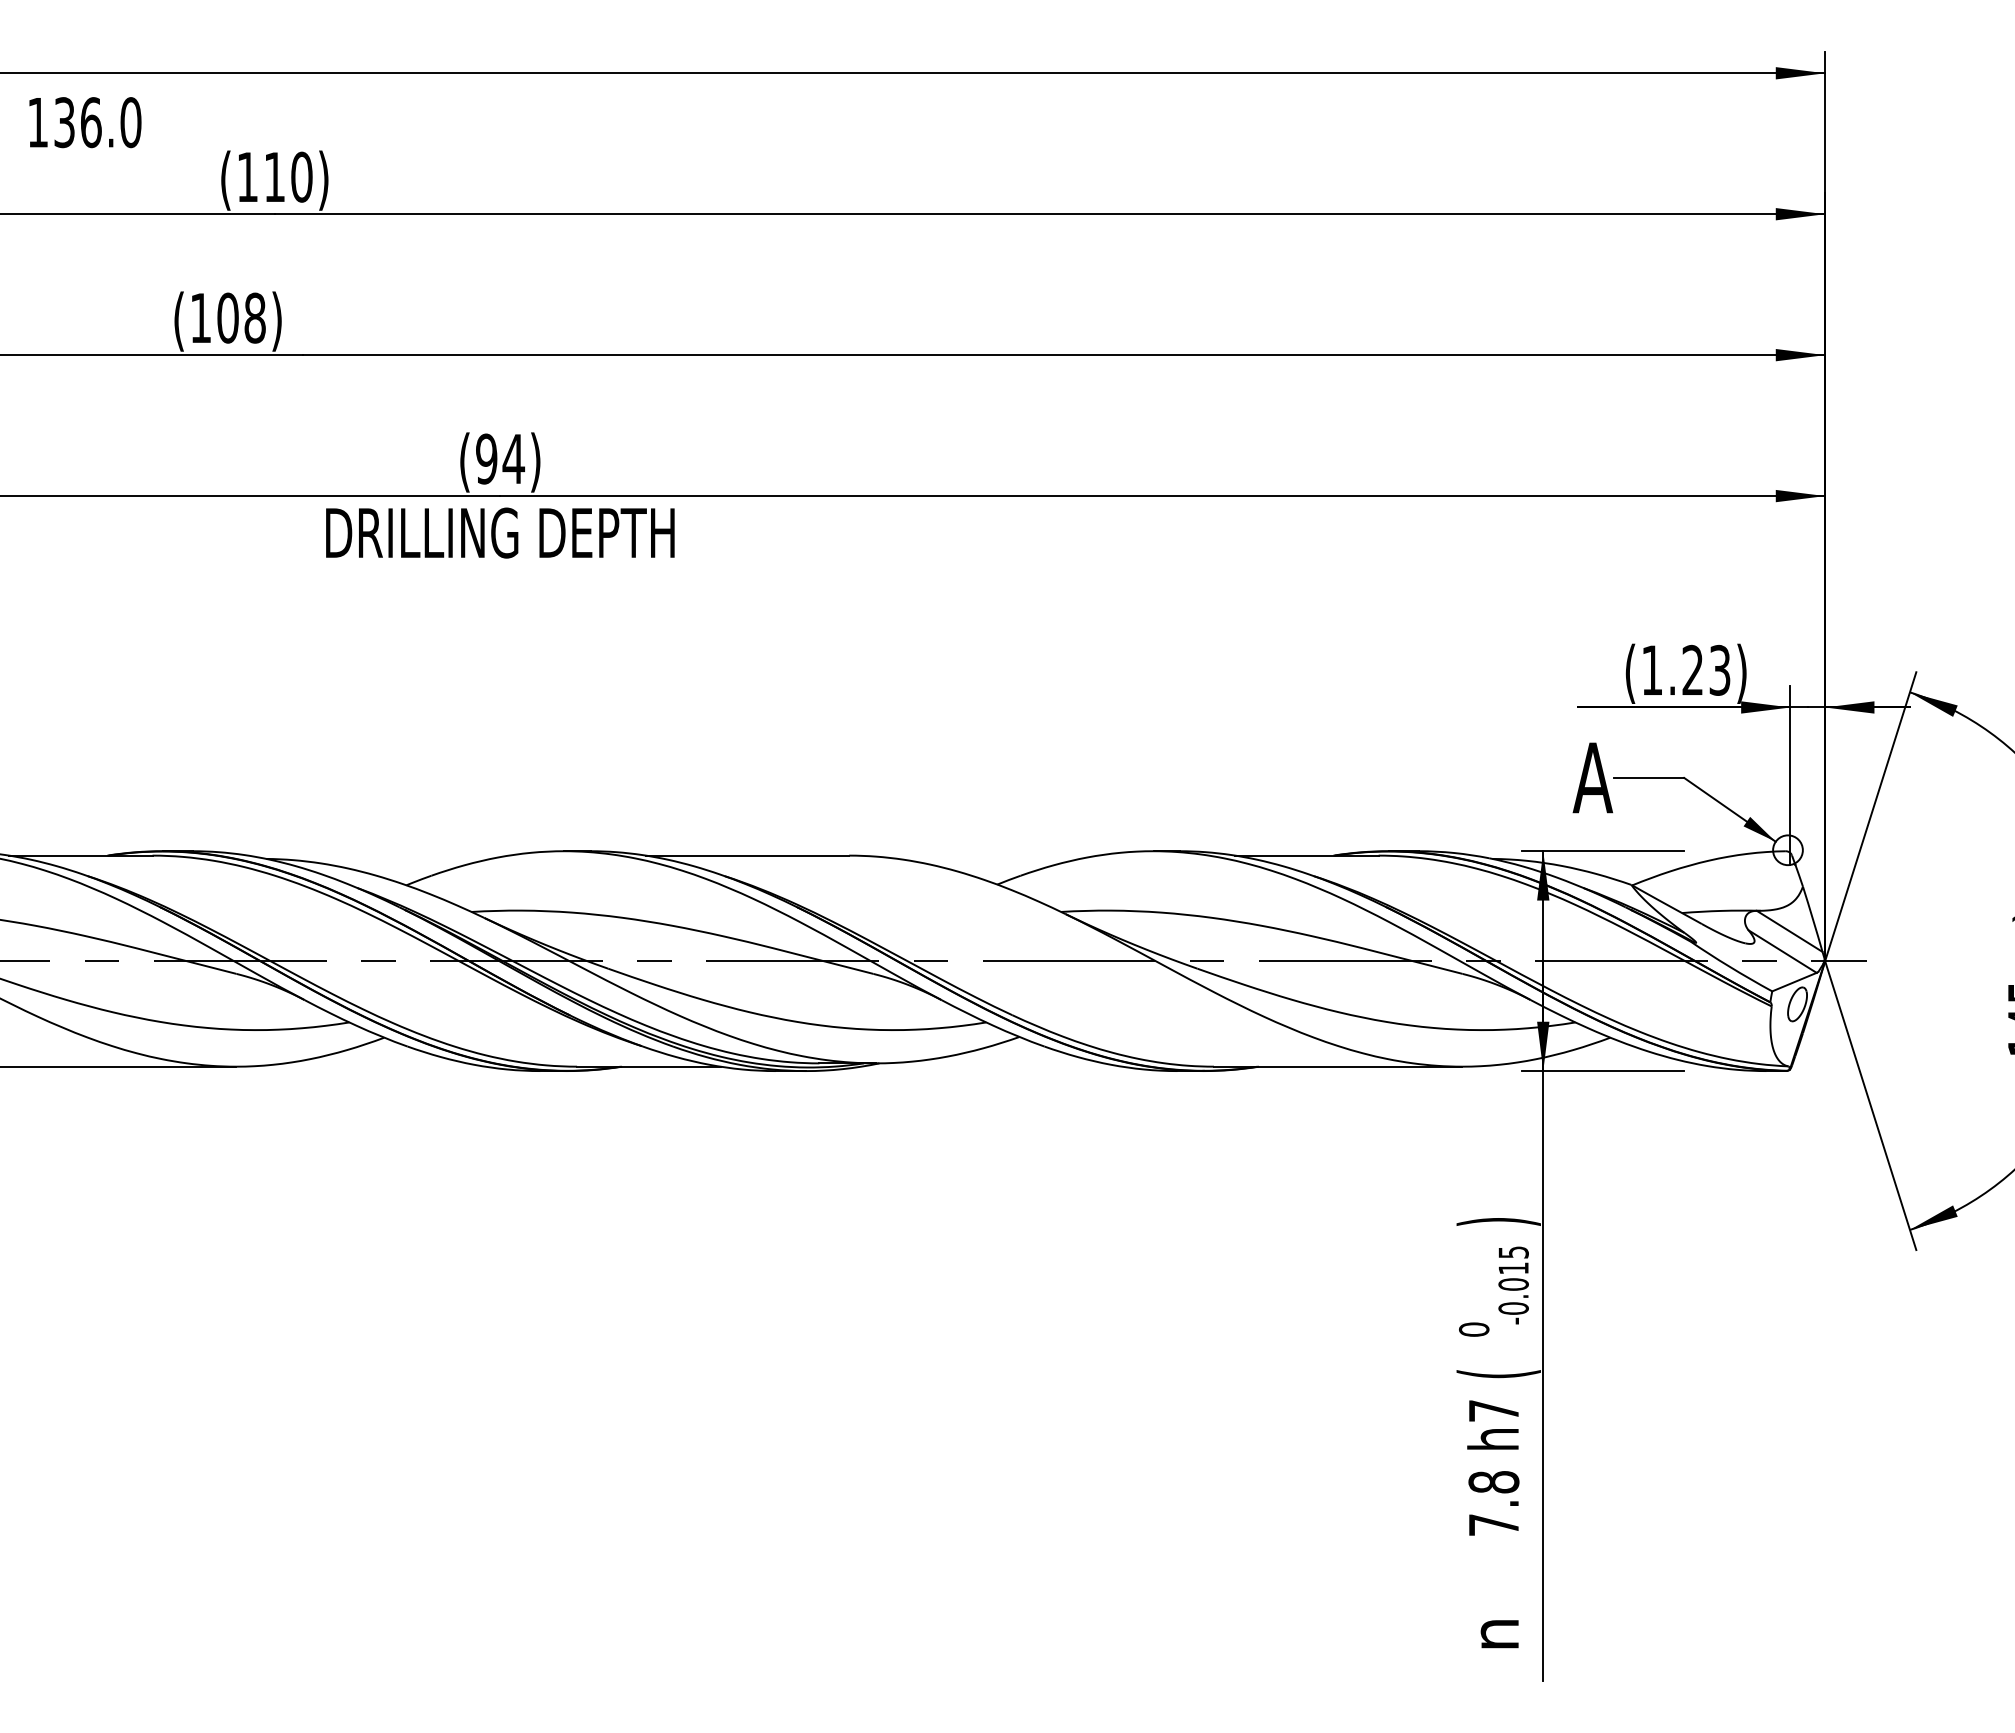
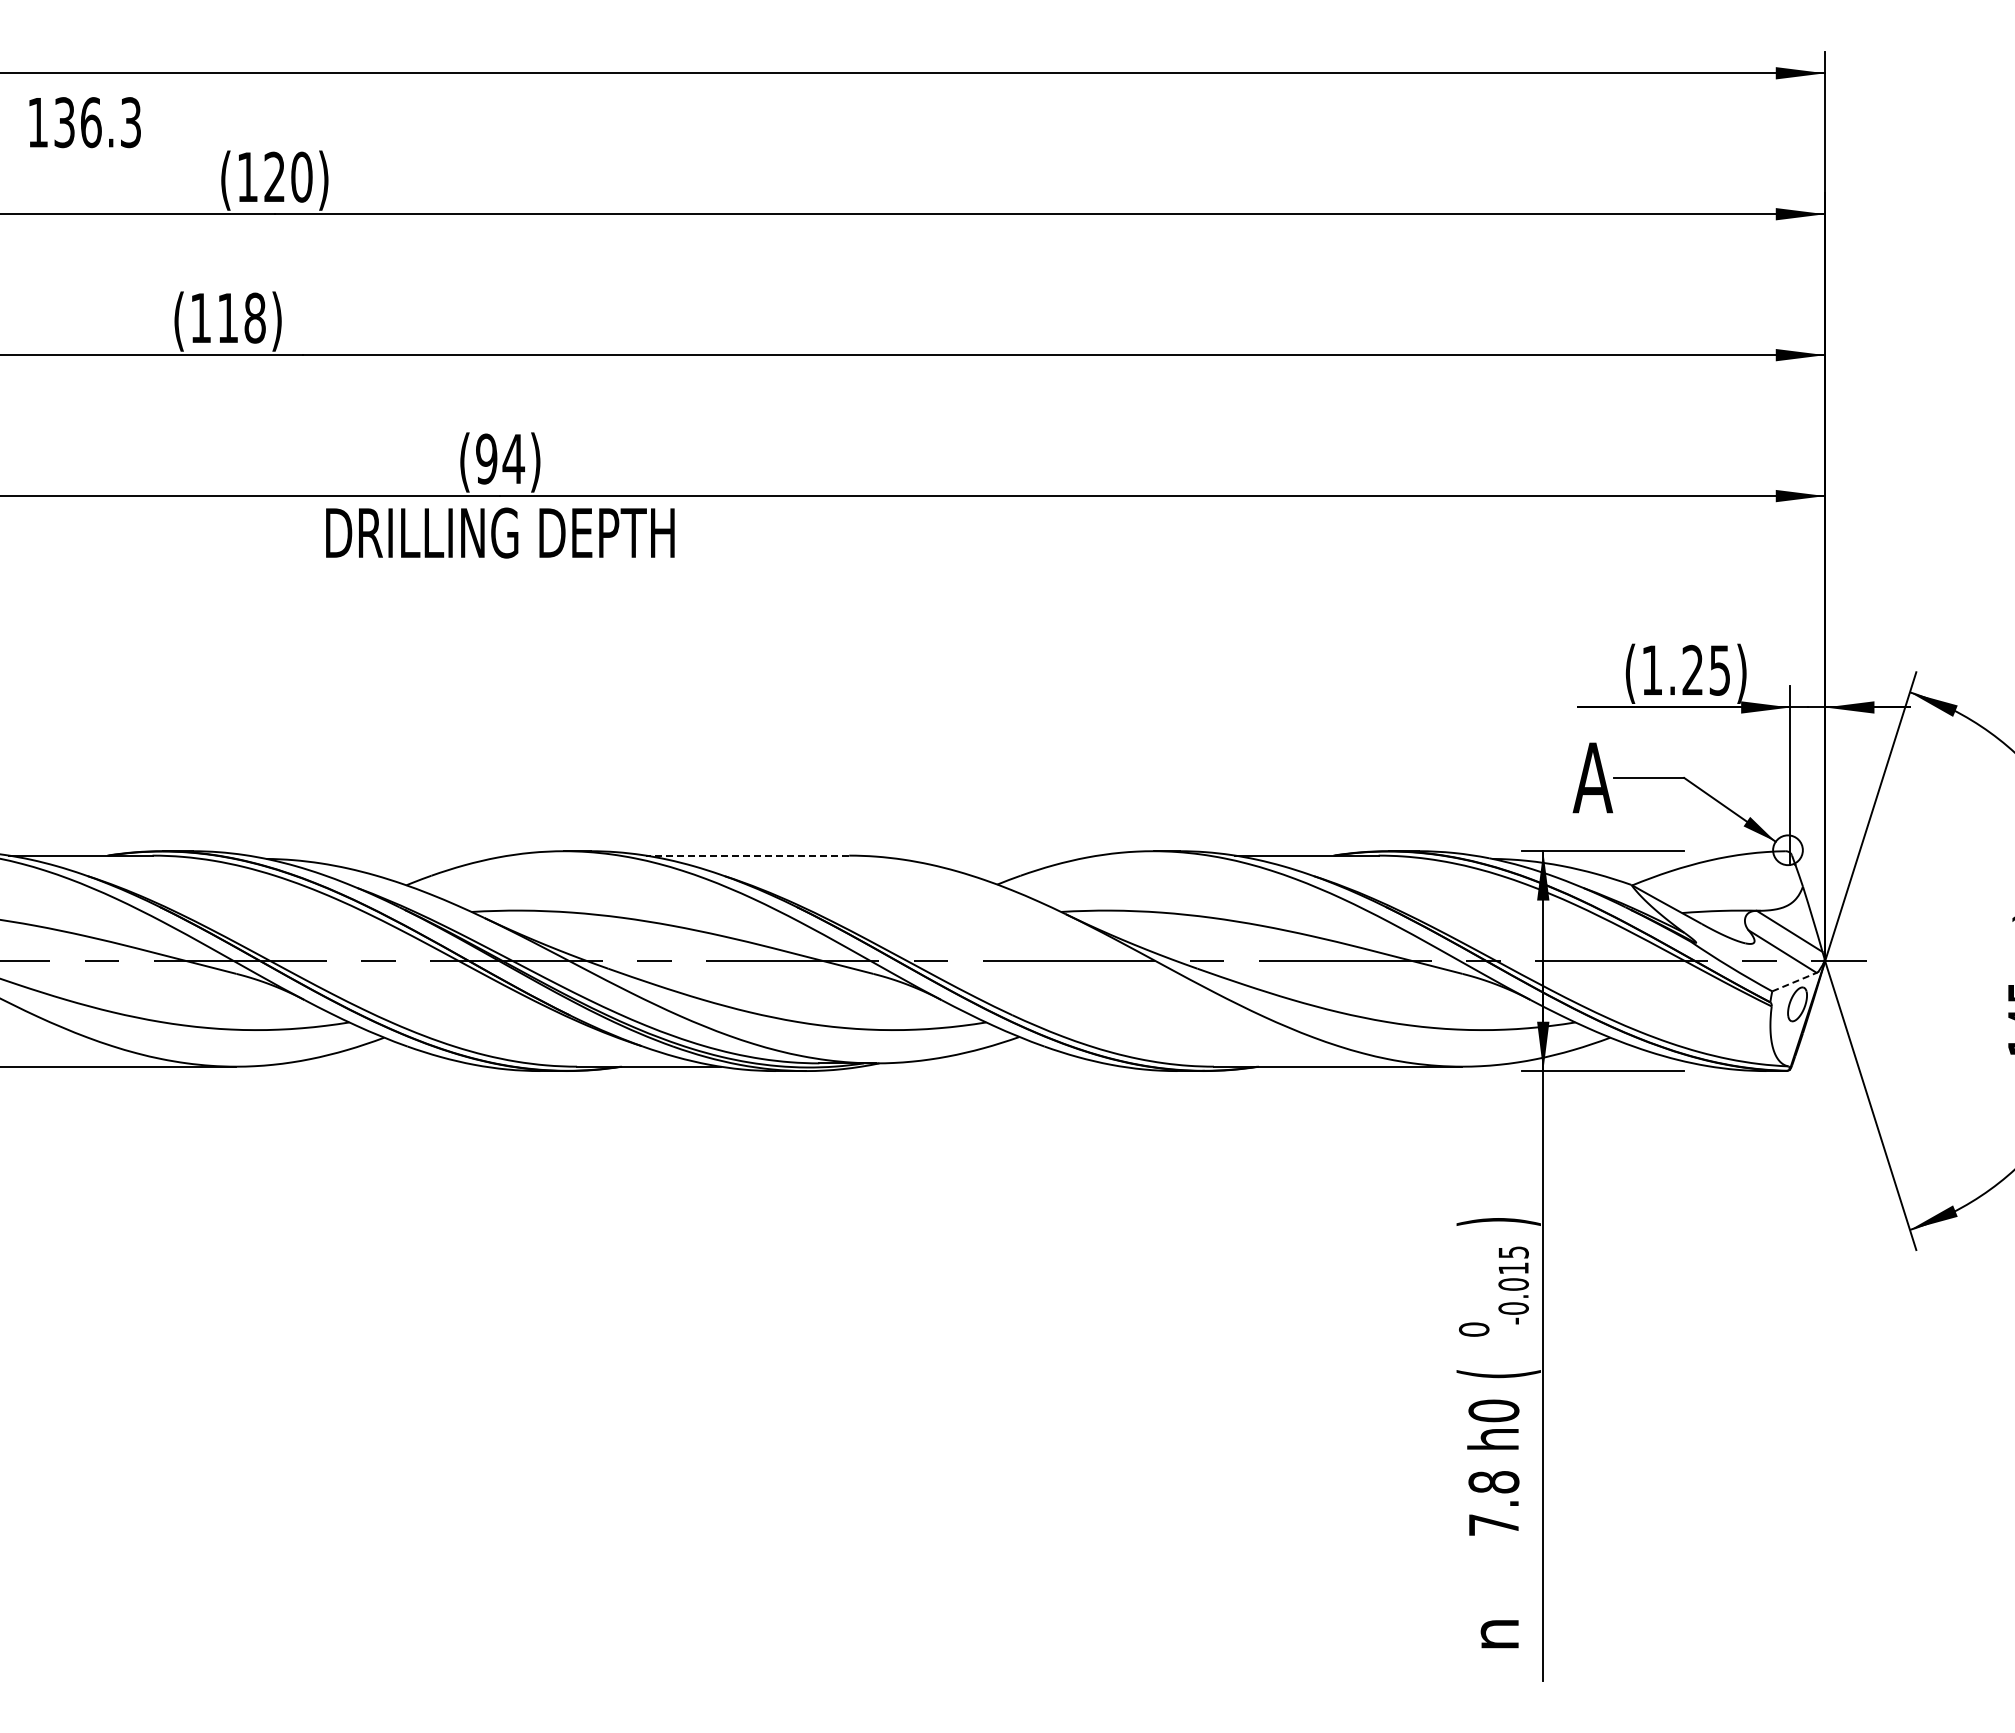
text at (130, 122): 136.0 -> 136.3
text at (274, 176): (110) -> (120)
text at (227, 317): (108) -> (118)
text at (1720, 669): (1.23) -> (1.25)
line at (747, 855): solid -> dashed
line at (1794, 981): solid -> dashed
text at (1493, 1410): h7 -> h0
